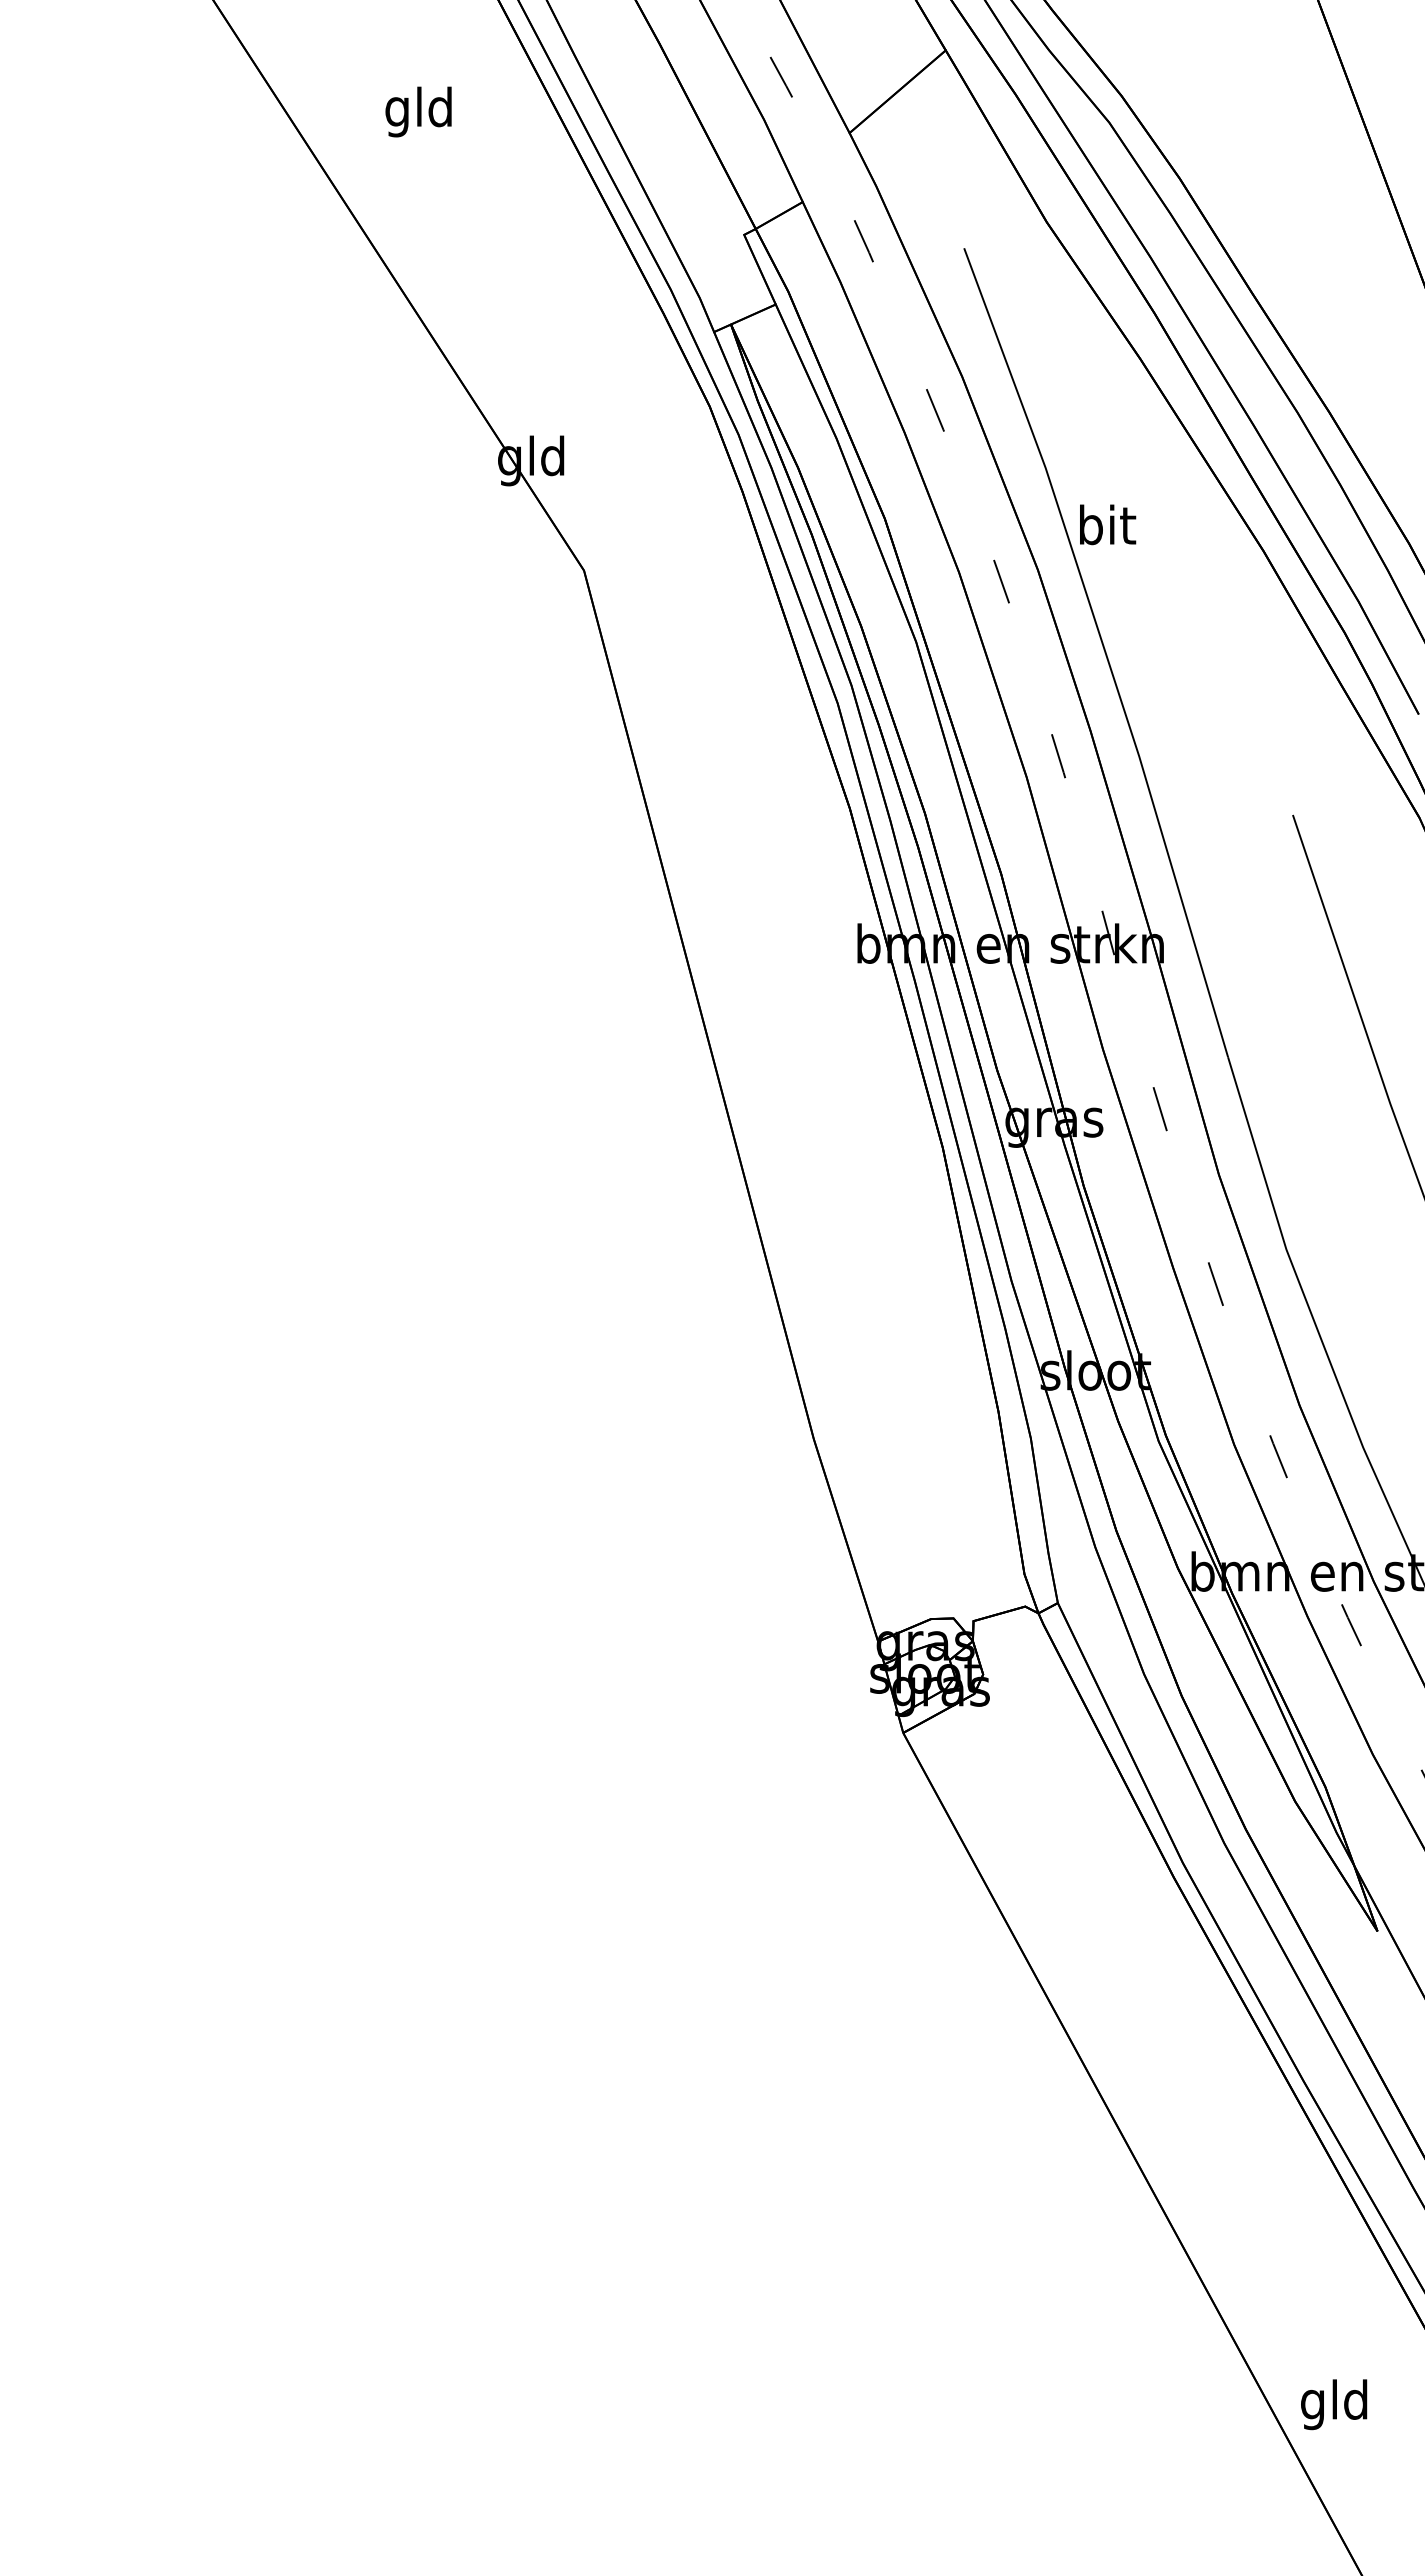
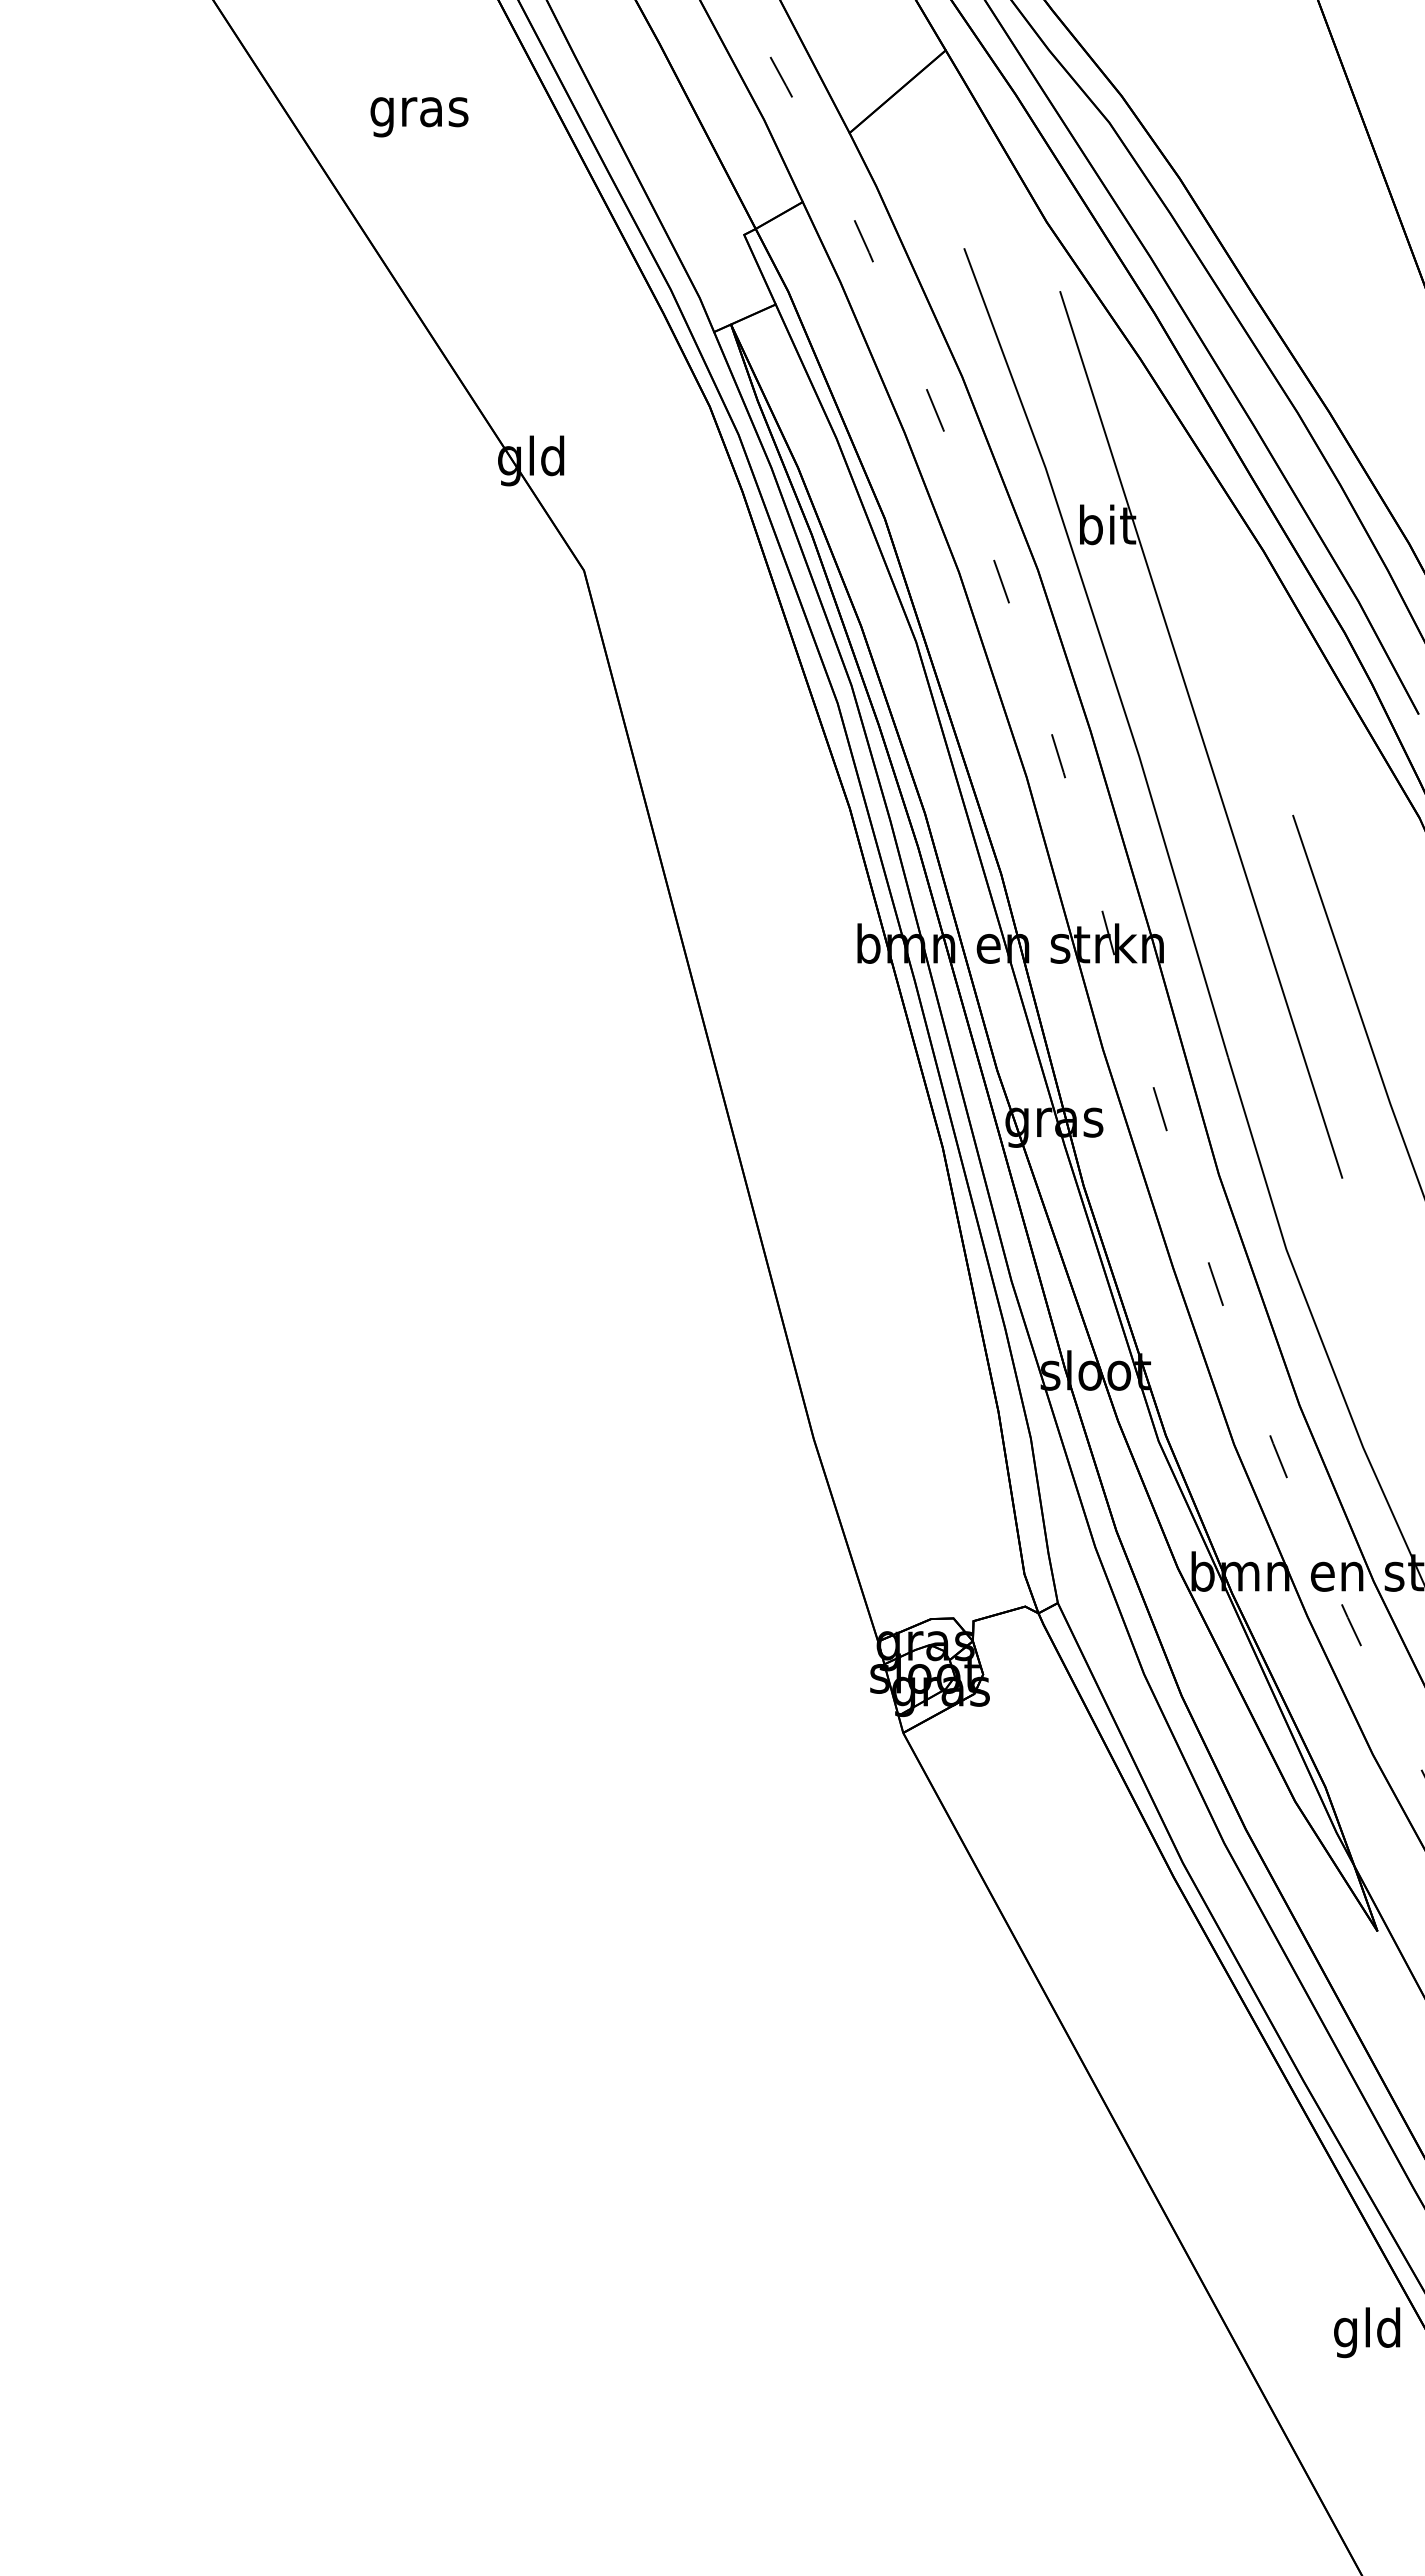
text at (419, 111): gld -> gras
line at (1201, 734): none -> present
text at (1334, 2404) position: (1334, 2404) -> (1367, 2332)
